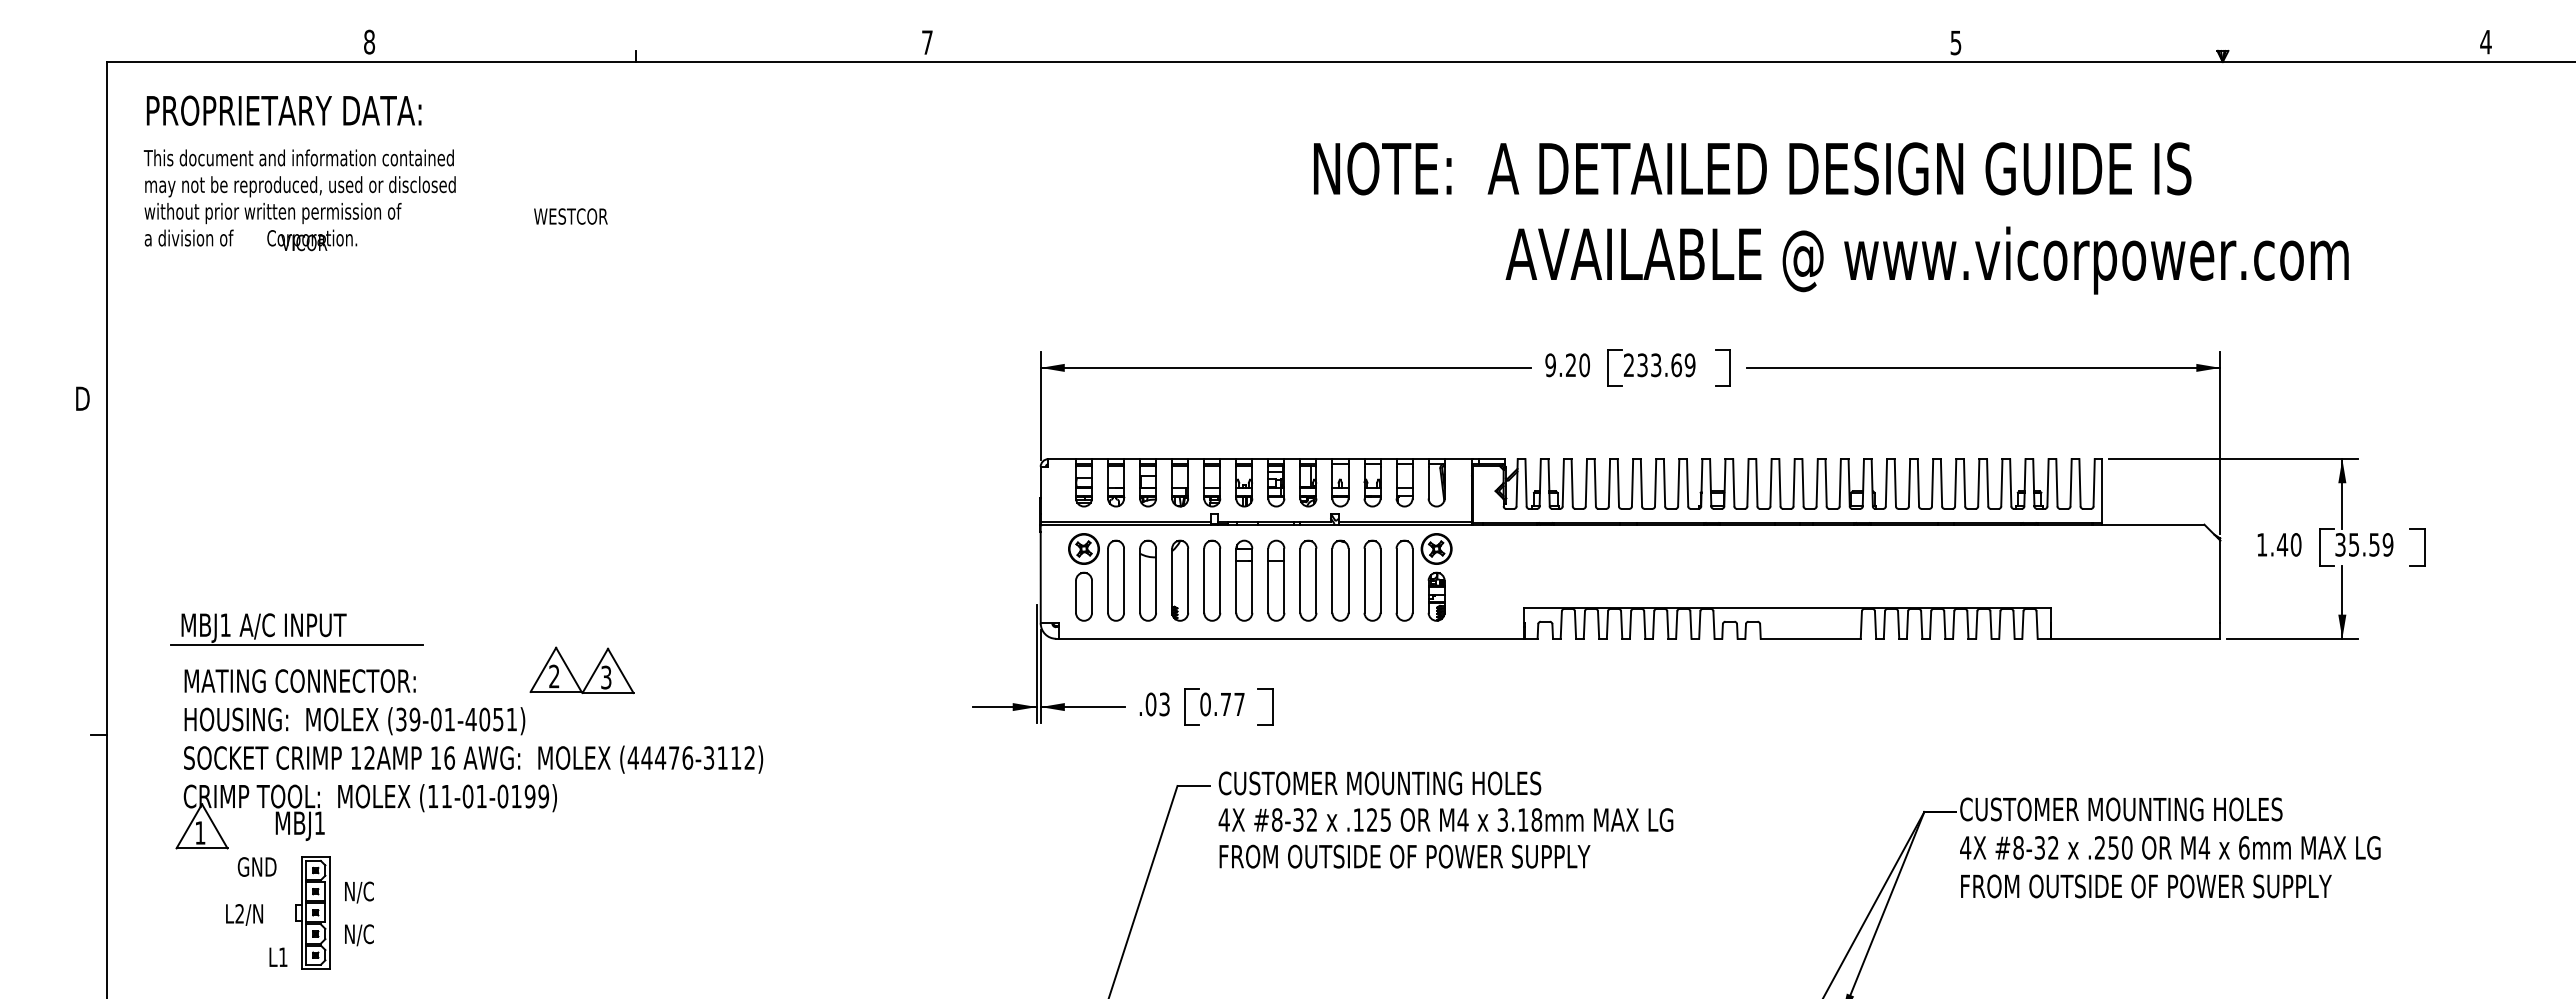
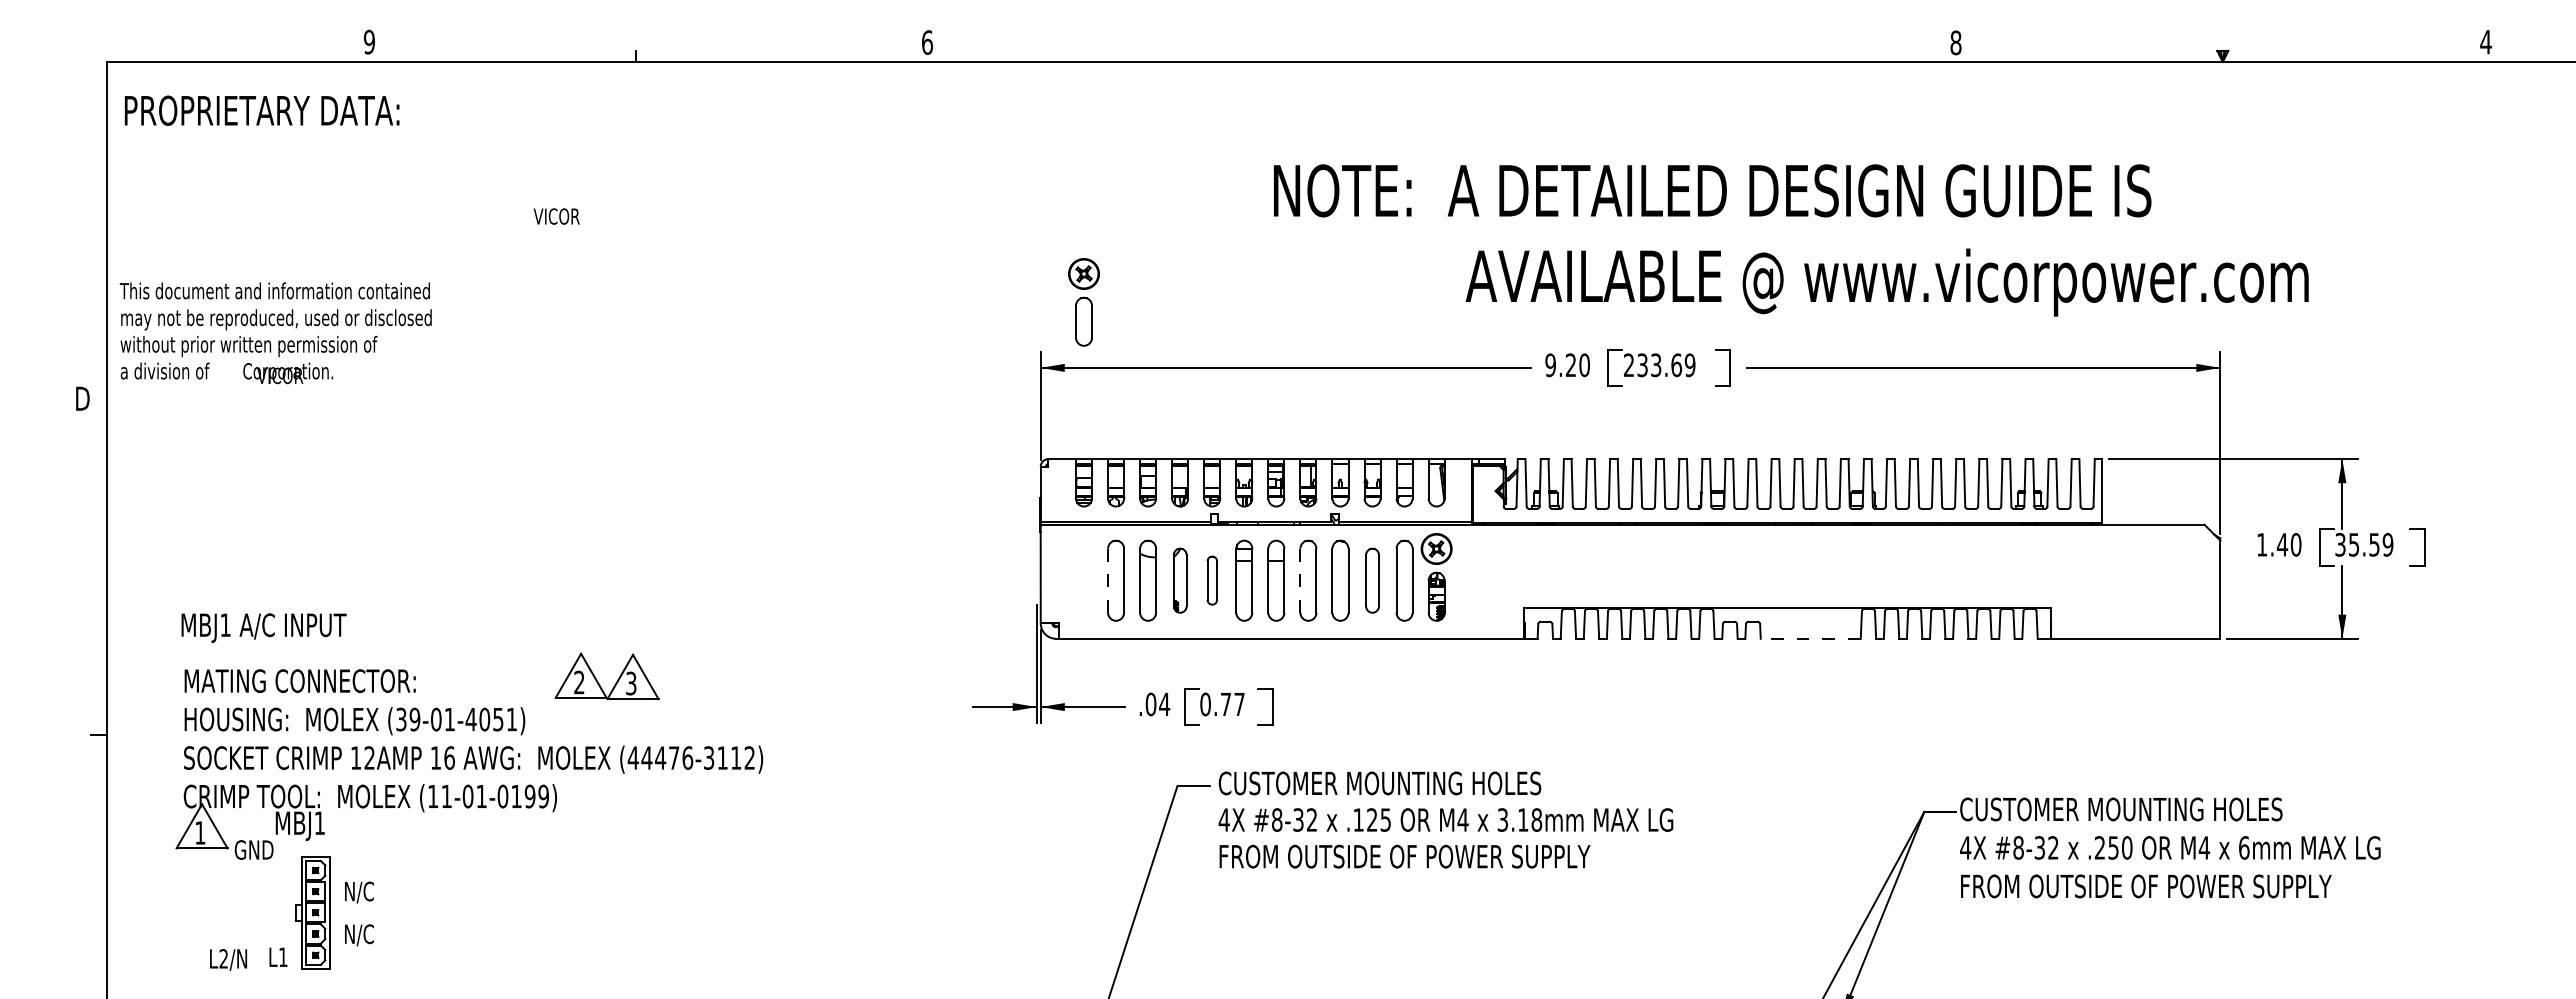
text at (369, 41): 8 -> 9
text at (927, 42): 7 -> 6
text at (1955, 42): 5 -> 8
text at (283, 110) position: (283, 110) -> (261, 110)
text at (299, 200) position: (299, 200) -> (275, 333)
text at (570, 216): WESTCOR -> VICOR
text at (1831, 218) position: (1831, 218) -> (1791, 240)
part at (1083, 577) position: (1083, 577) -> (1083, 302)
part at (1180, 580) size: 19x83 px -> 15x67 px
part at (1212, 580) size: 19x83 px -> 12x51 px
part at (1372, 580) size: 19x83 px -> 15x67 px
line at (1108, 581): solid -> dashed
line at (1300, 581): solid -> dashed
line at (1810, 638): solid -> dashed
line at (297, 644): present -> none
part at (573, 675) position: (573, 675) -> (598, 681)
text at (1164, 704): .03 -> .04
text at (256, 866) position: (256, 866) -> (253, 849)
text at (244, 914) position: (244, 914) -> (228, 959)
